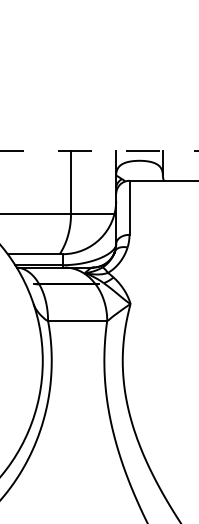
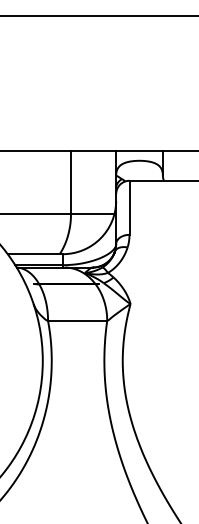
line at (98, 15): none -> present
line at (100, 151): dashed -> solid
